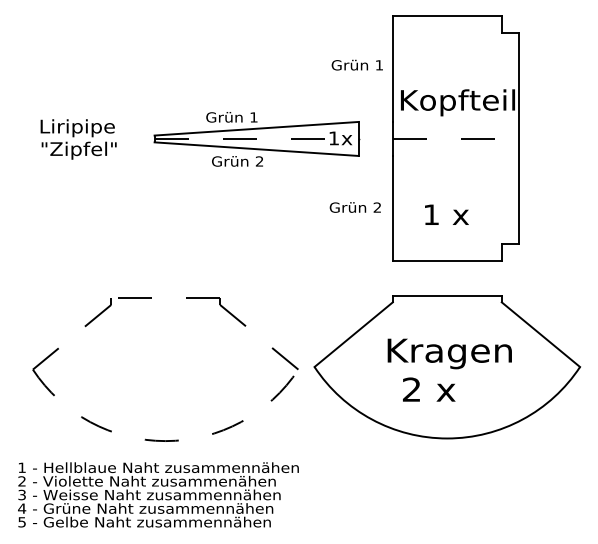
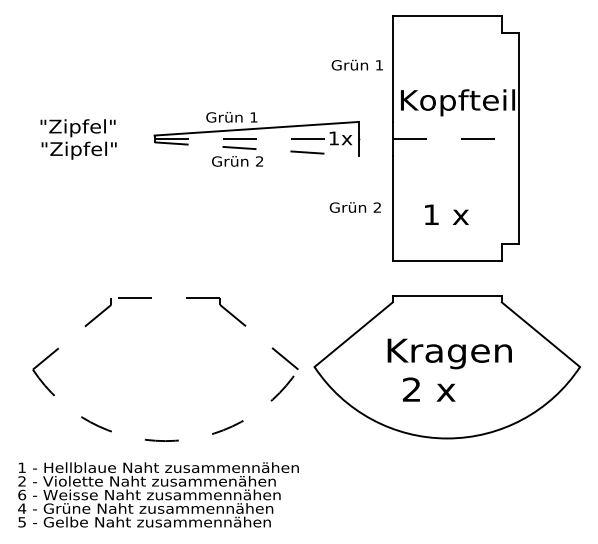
text at (77, 128): Liripipe -> "Zipfel"
line at (257, 149): solid -> dashed
text at (22, 494): 3 -> 6
